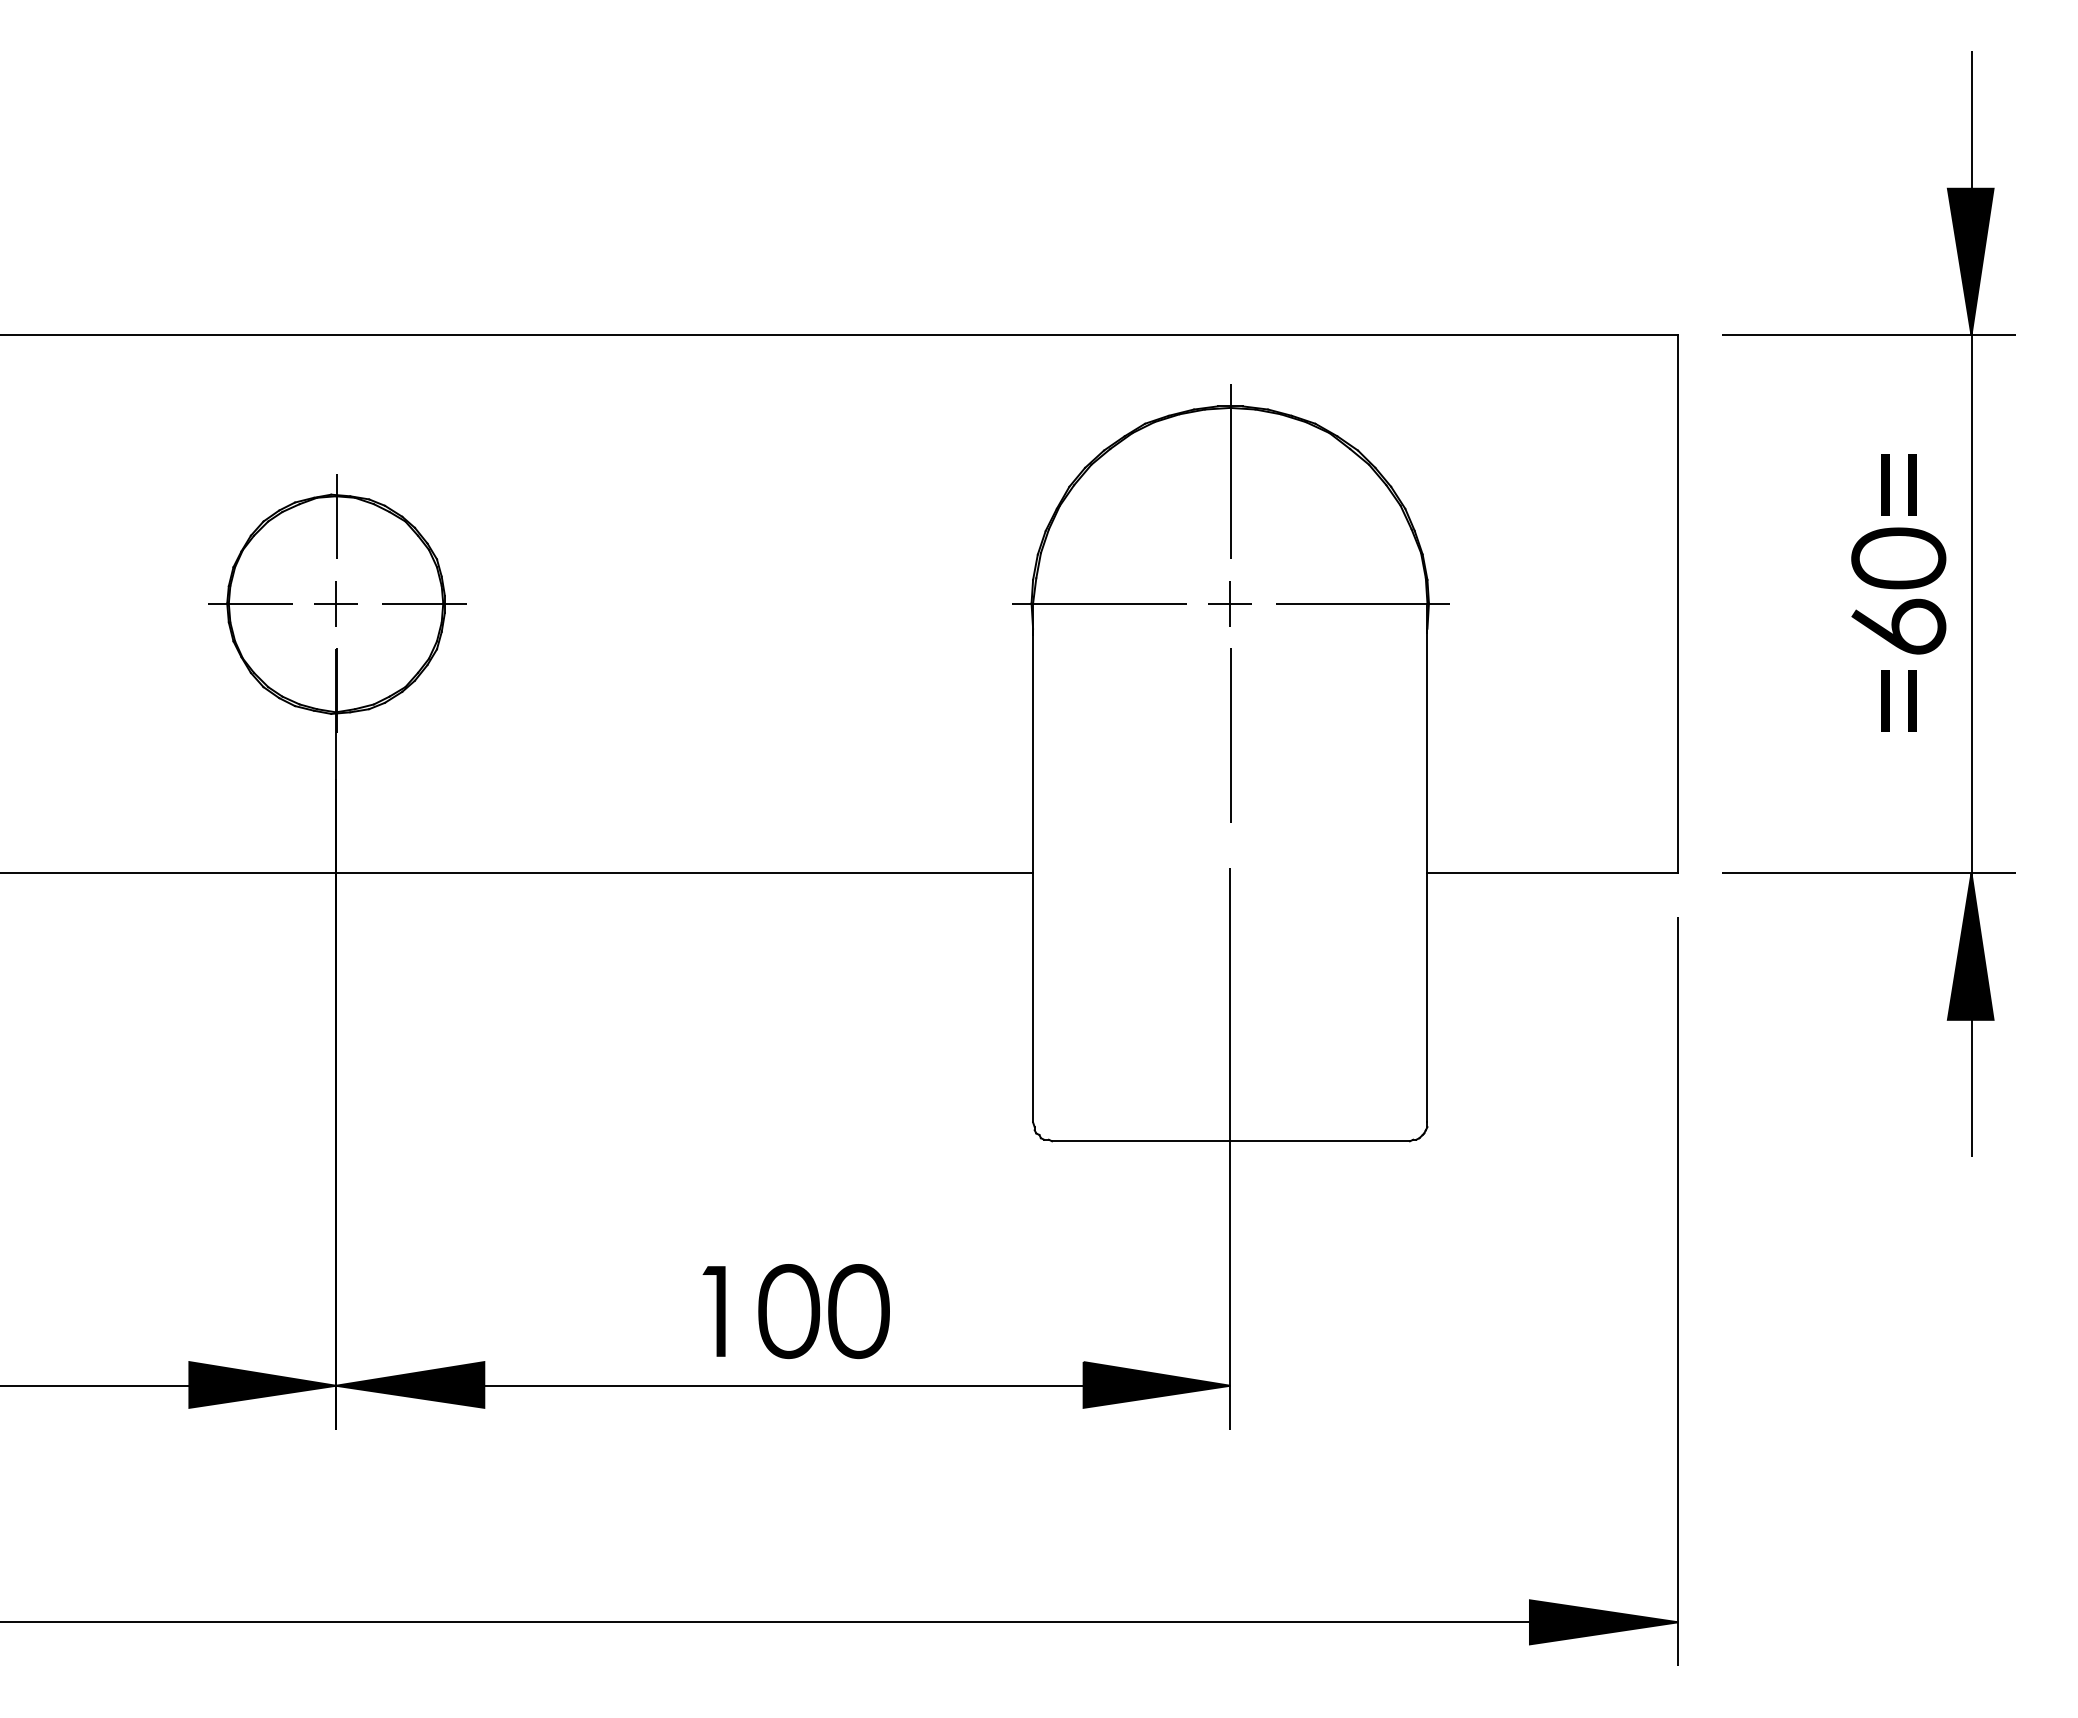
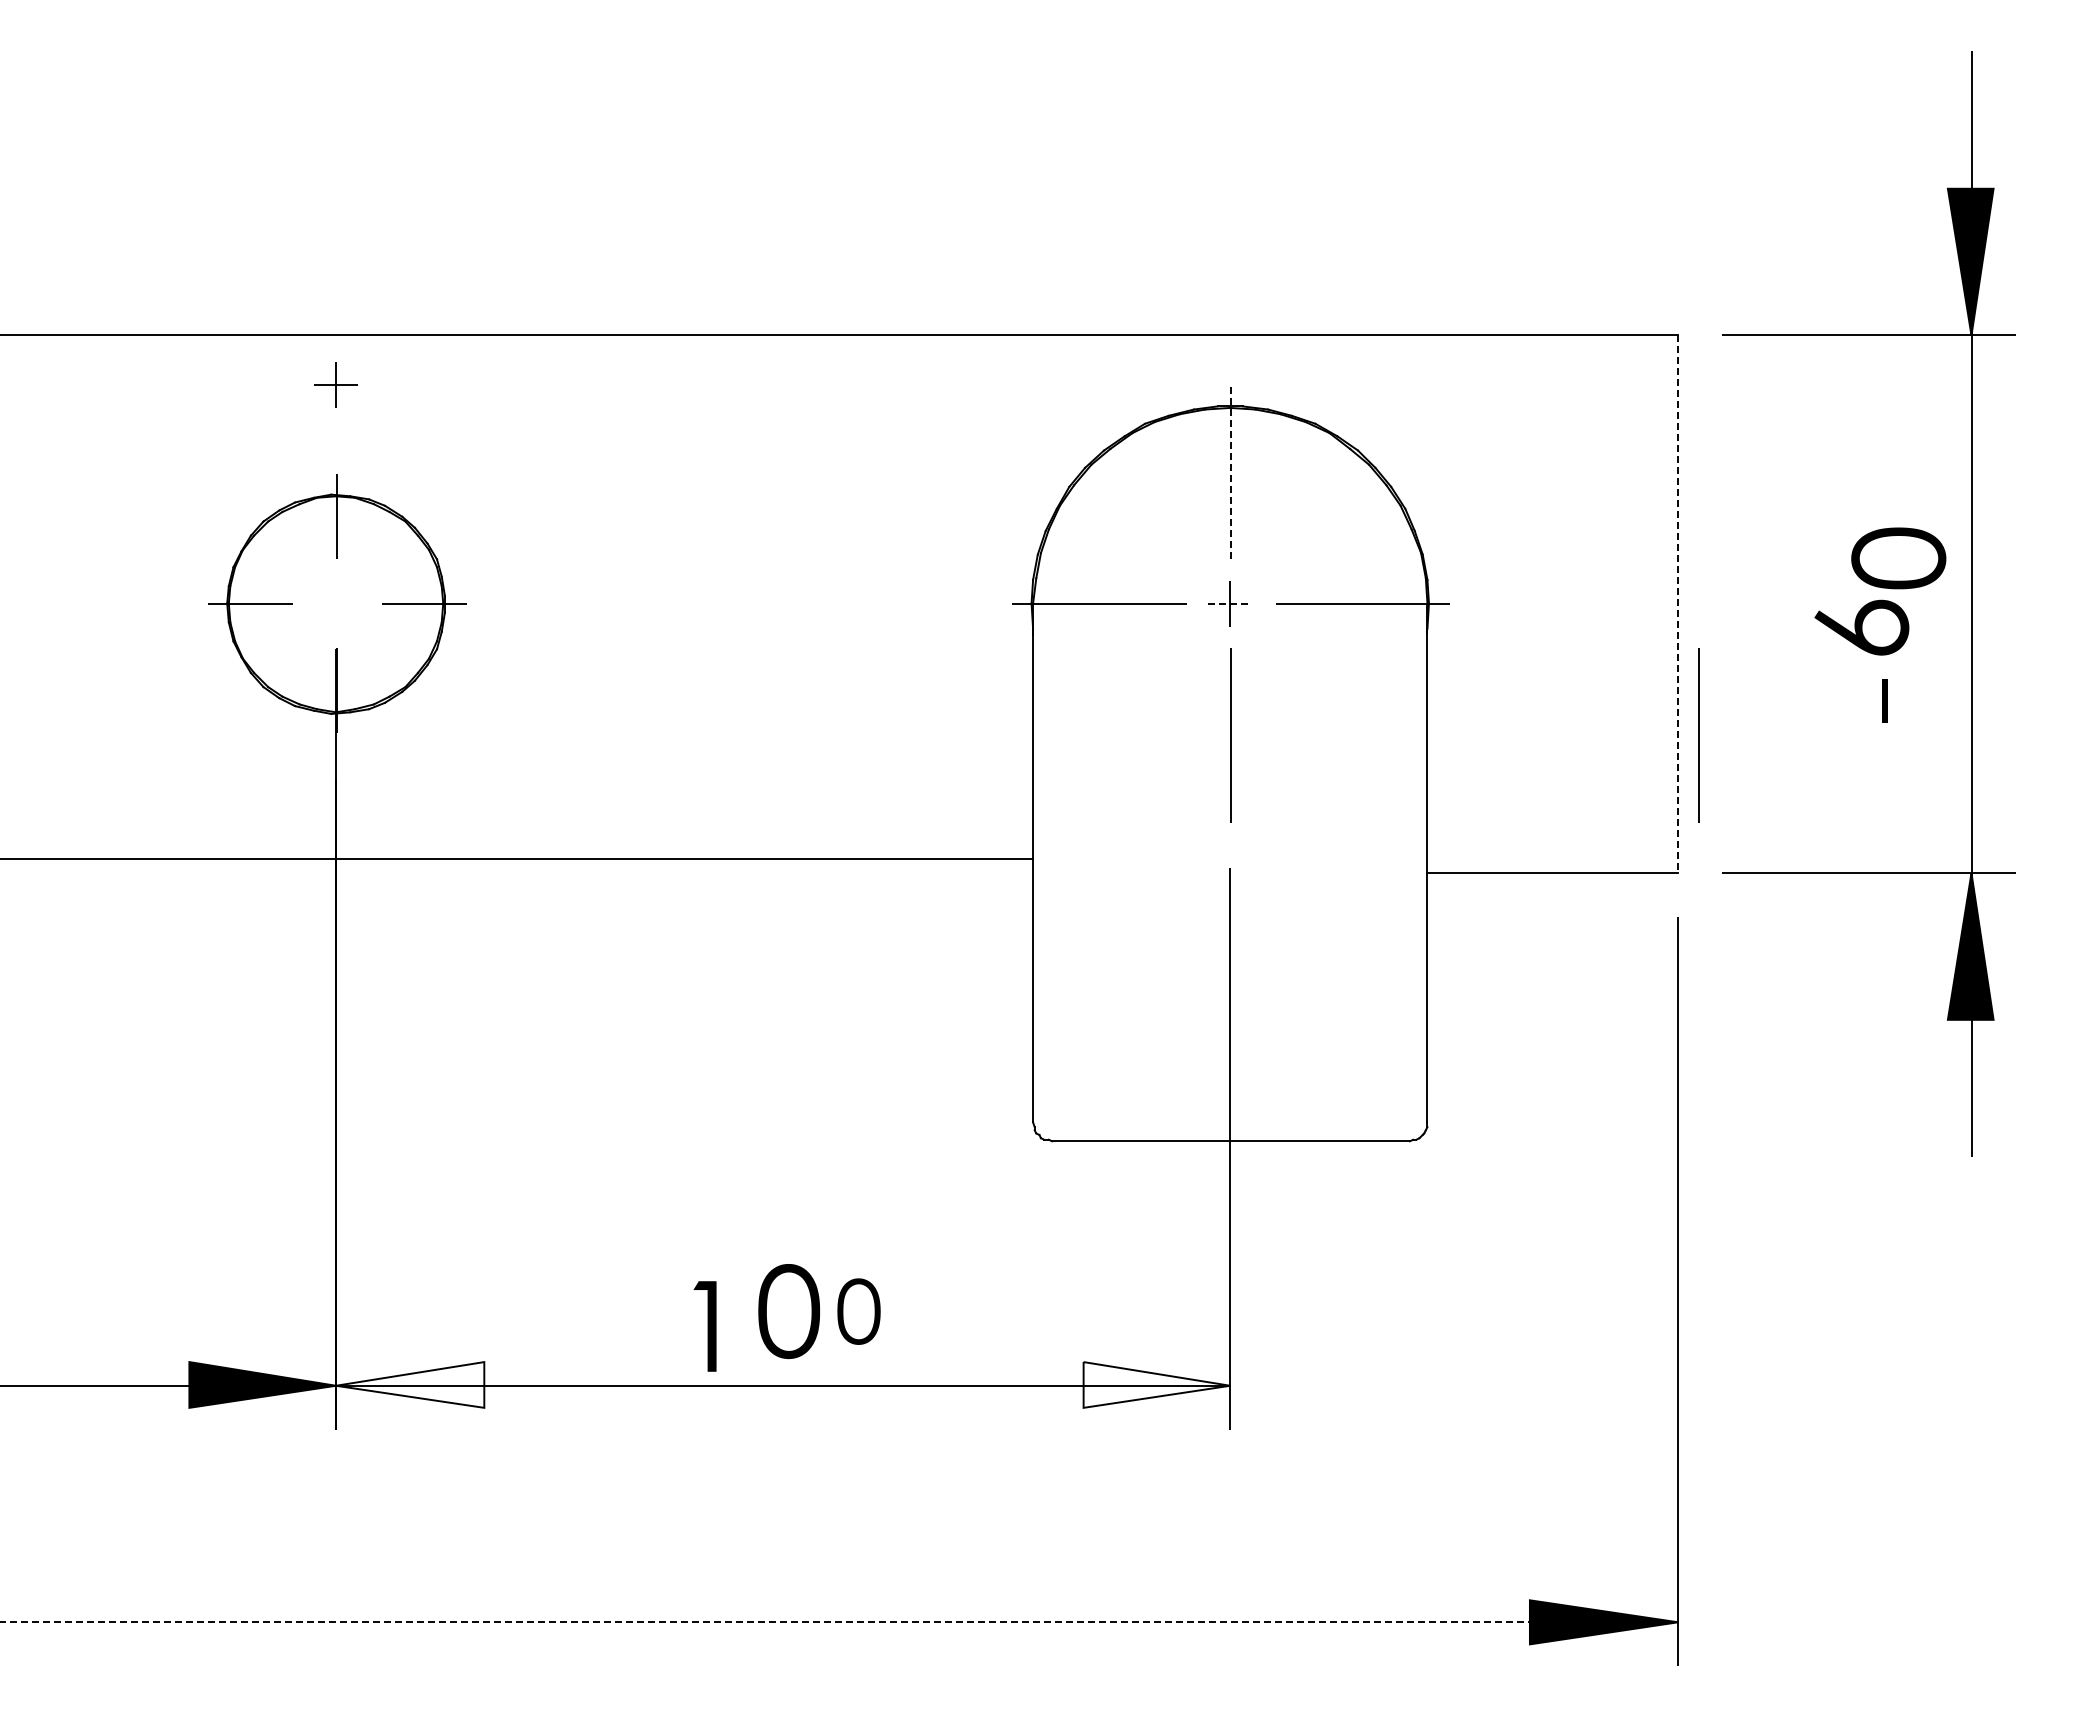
line at (1231, 471): solid -> dashed
part at (1912, 484): present -> none
fill at (1884, 485): present -> none
part at (335, 603) position: (335, 603) -> (335, 384)
line at (1230, 603): solid -> dashed
line at (1678, 604): solid -> dashed
part at (1898, 626) position: (1898, 626) -> (1861, 627)
part at (1885, 700) size: 9x62 px -> 6x44 px
fill at (1912, 701): present -> none
line at (1698, 735): none -> present
line at (517, 873) position: (517, 873) -> (517, 859)
part at (713, 1311) position: (713, 1311) -> (704, 1326)
part at (858, 1311) size: 62x96 px -> 44x67 px
fill at (410, 1384): present -> none
fill at (1156, 1384): present -> none
line at (839, 1622): solid -> dashed
